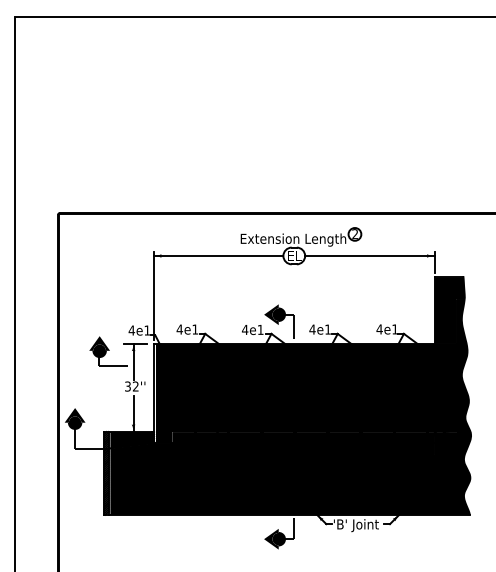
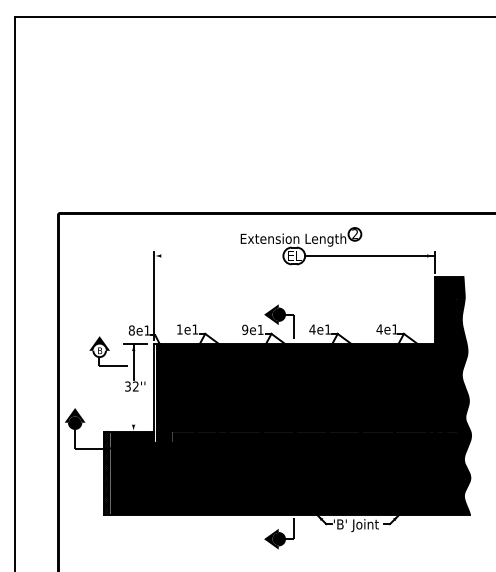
line at (218, 255): present -> none
text at (179, 329): 4e1 -> 1e1
text at (245, 329): 4e1 -> 9e1
text at (131, 330): 4e1 -> 8e1
fill at (99, 350): present -> none
line at (133, 413): present -> none
